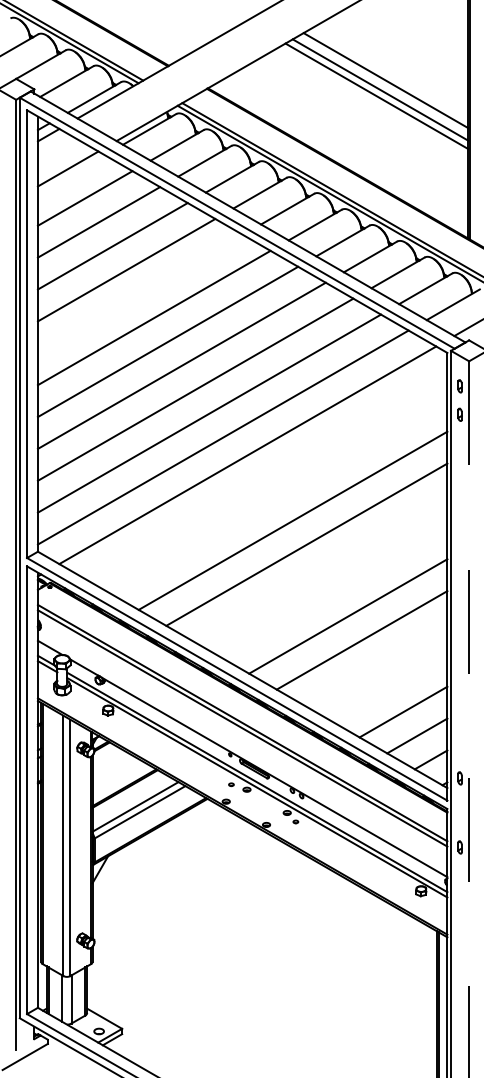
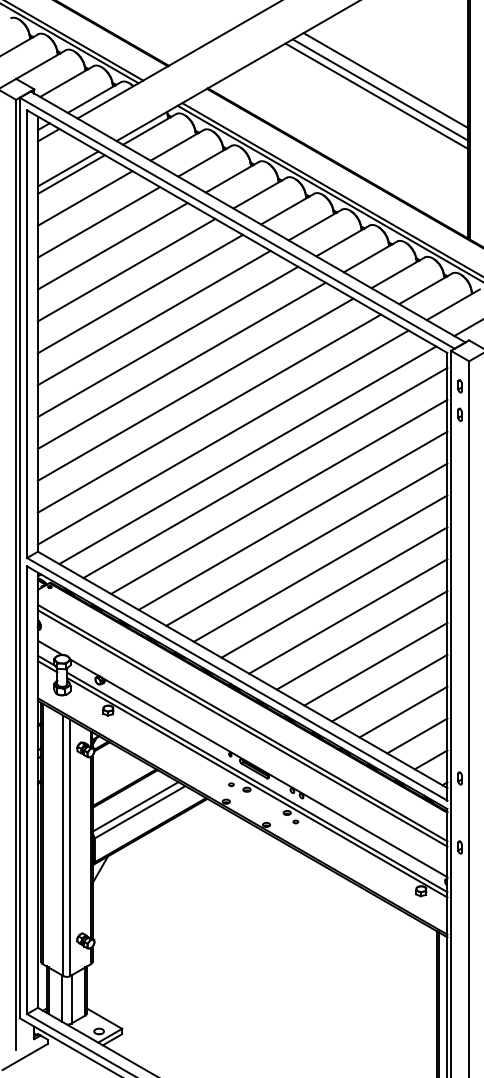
line at (70, 174): none -> present
line at (139, 293): none -> present
line at (265, 472): none -> present
line at (279, 496): none -> present
line at (320, 568): none -> present
line at (334, 592): none -> present
line at (375, 663): none -> present
line at (389, 687): none -> present
line at (469, 719): dashed -> solid
